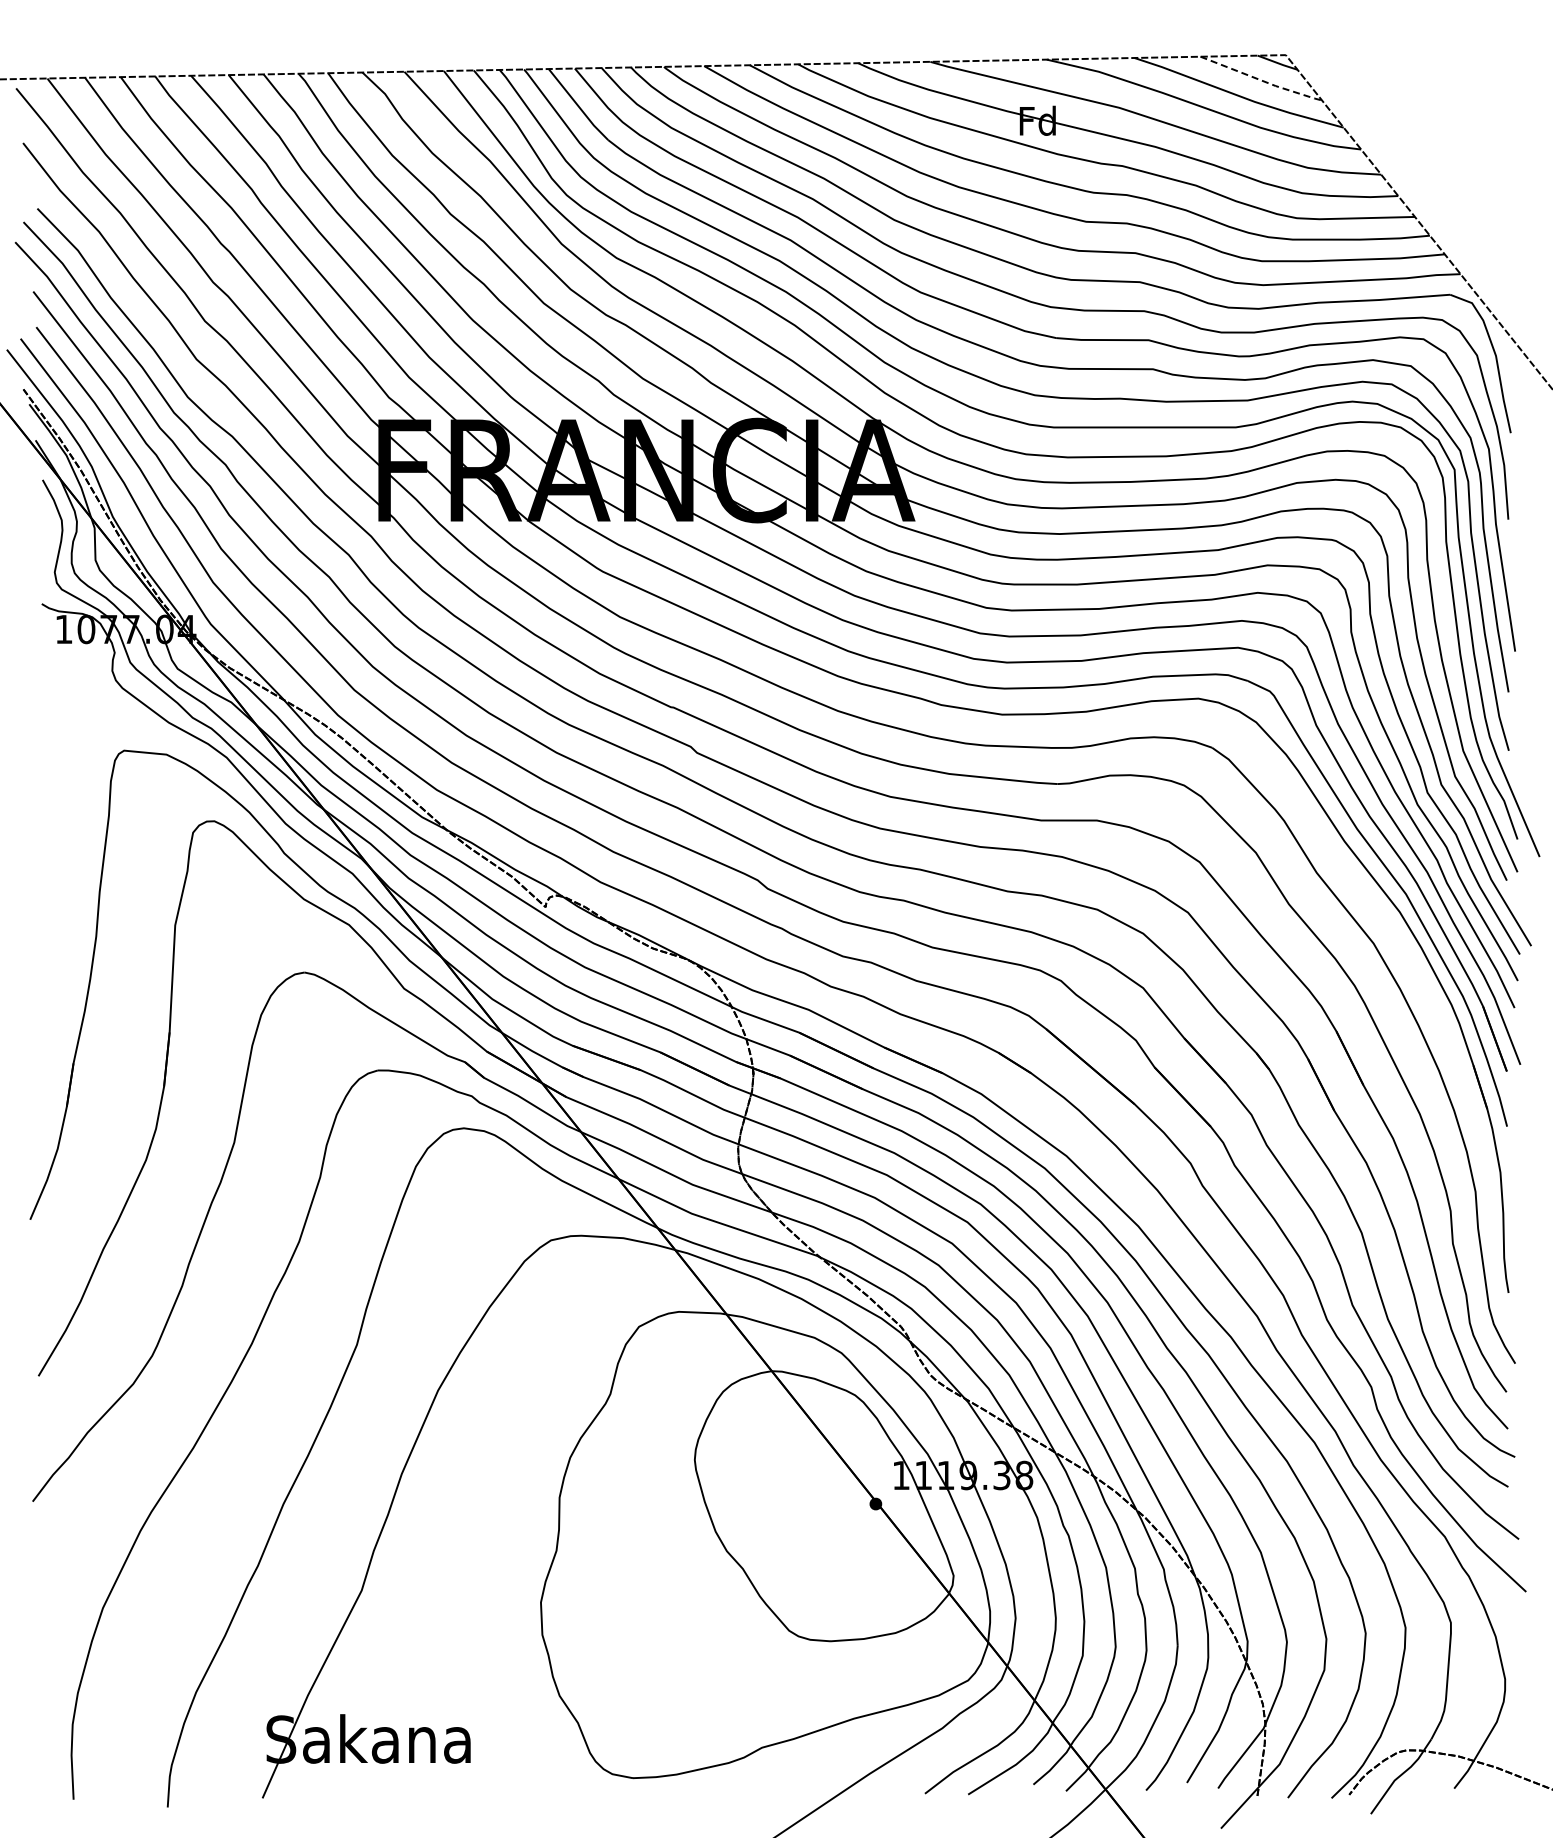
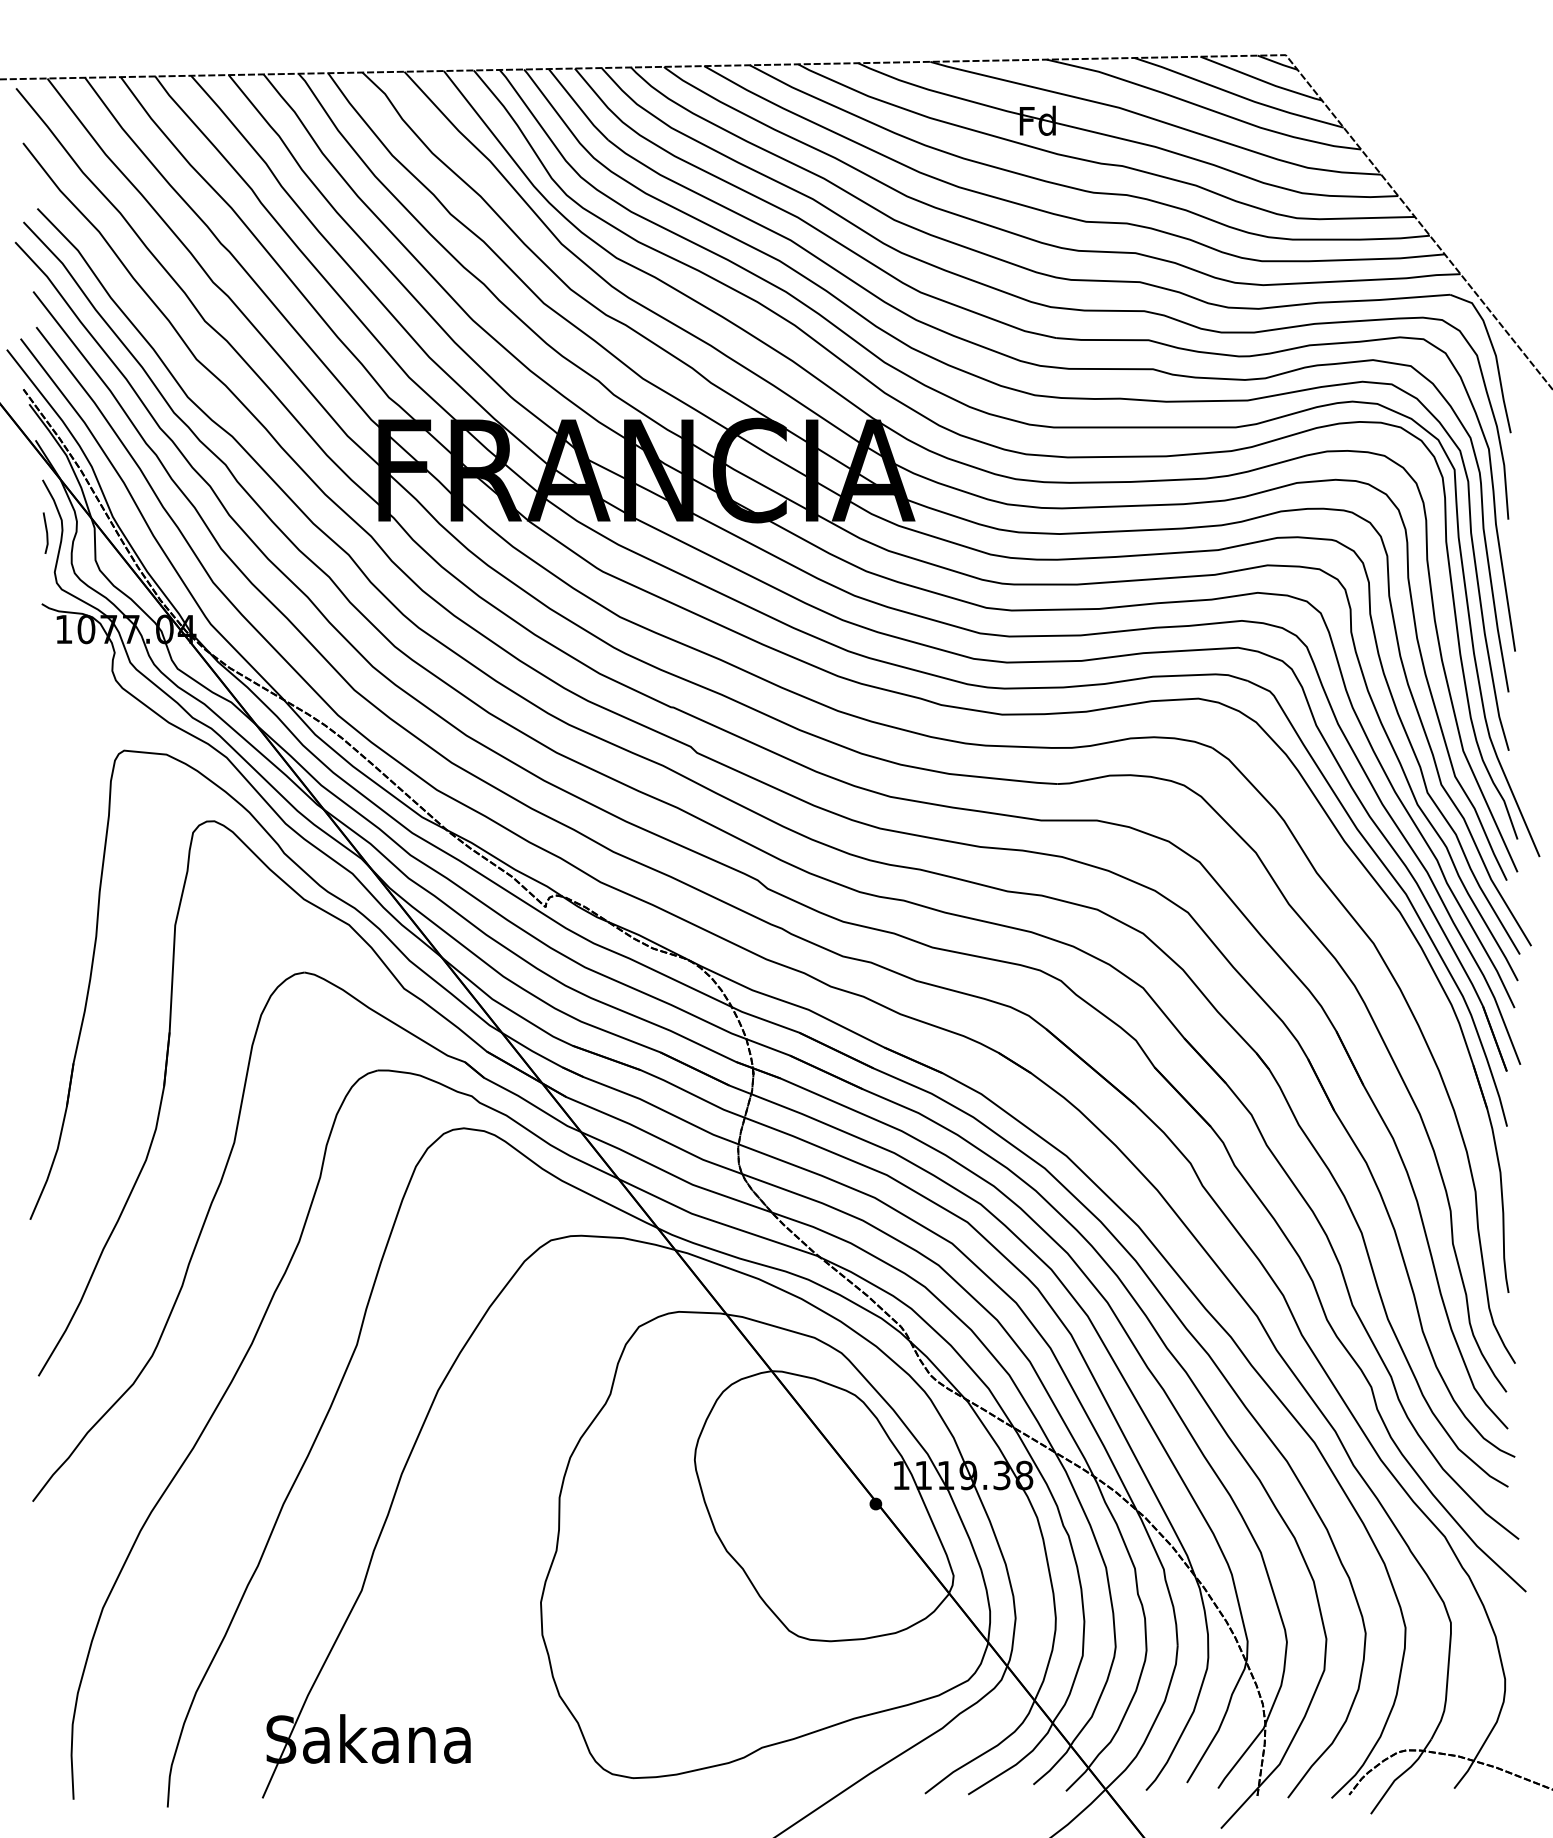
line at (1261, 80): dashed -> solid
line at (46, 532): none -> present
